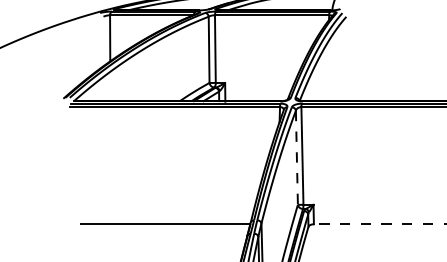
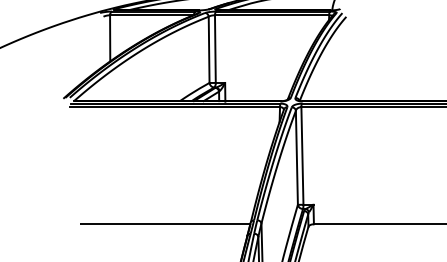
line at (296, 157): dashed -> solid
line at (379, 224): dashed -> solid
